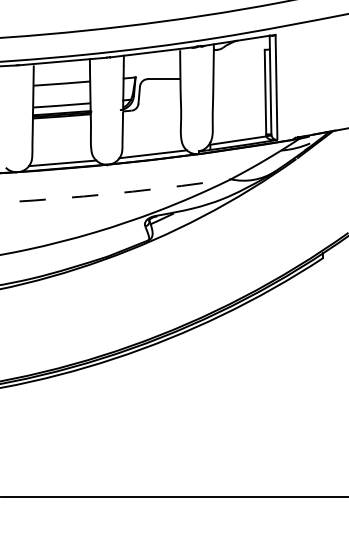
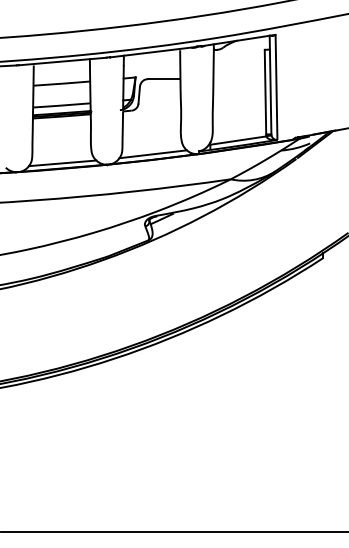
arc at (115, 193): dashed -> solid
line at (173, 496) position: (173, 496) -> (173, 531)
